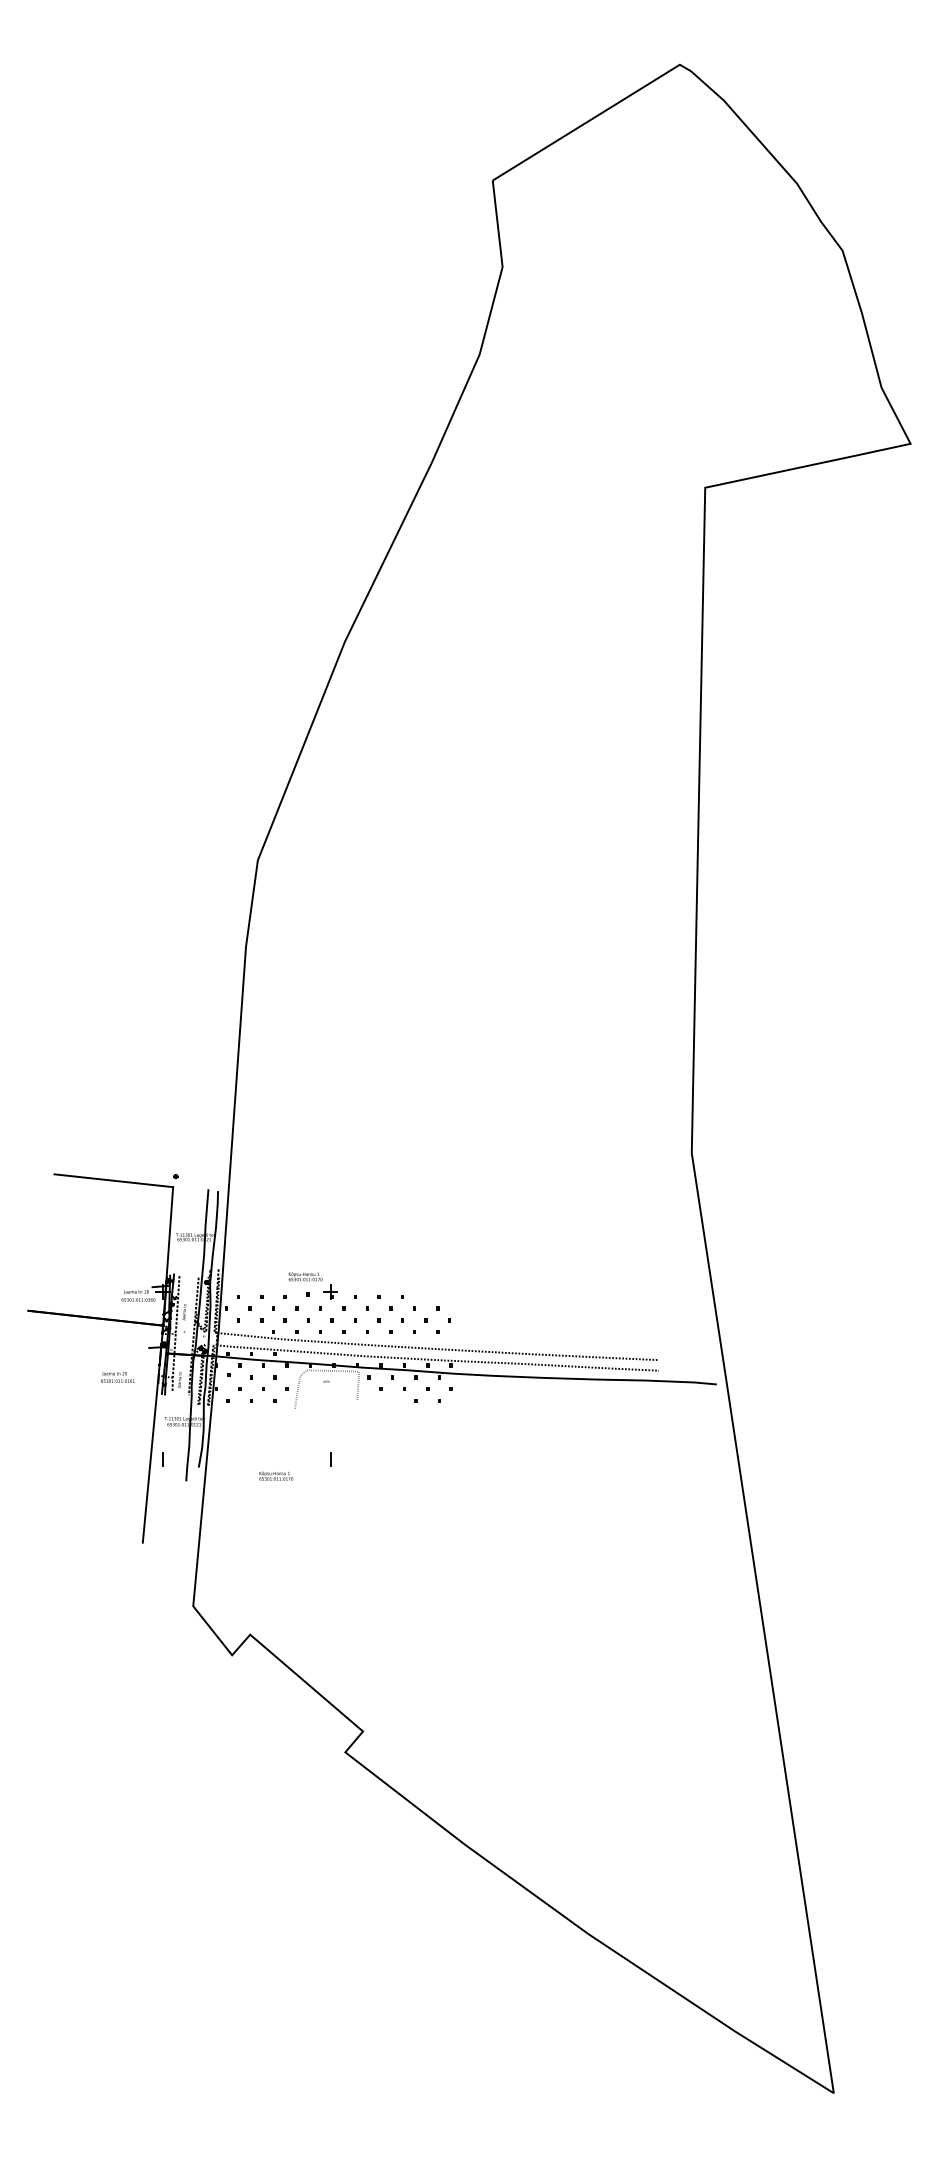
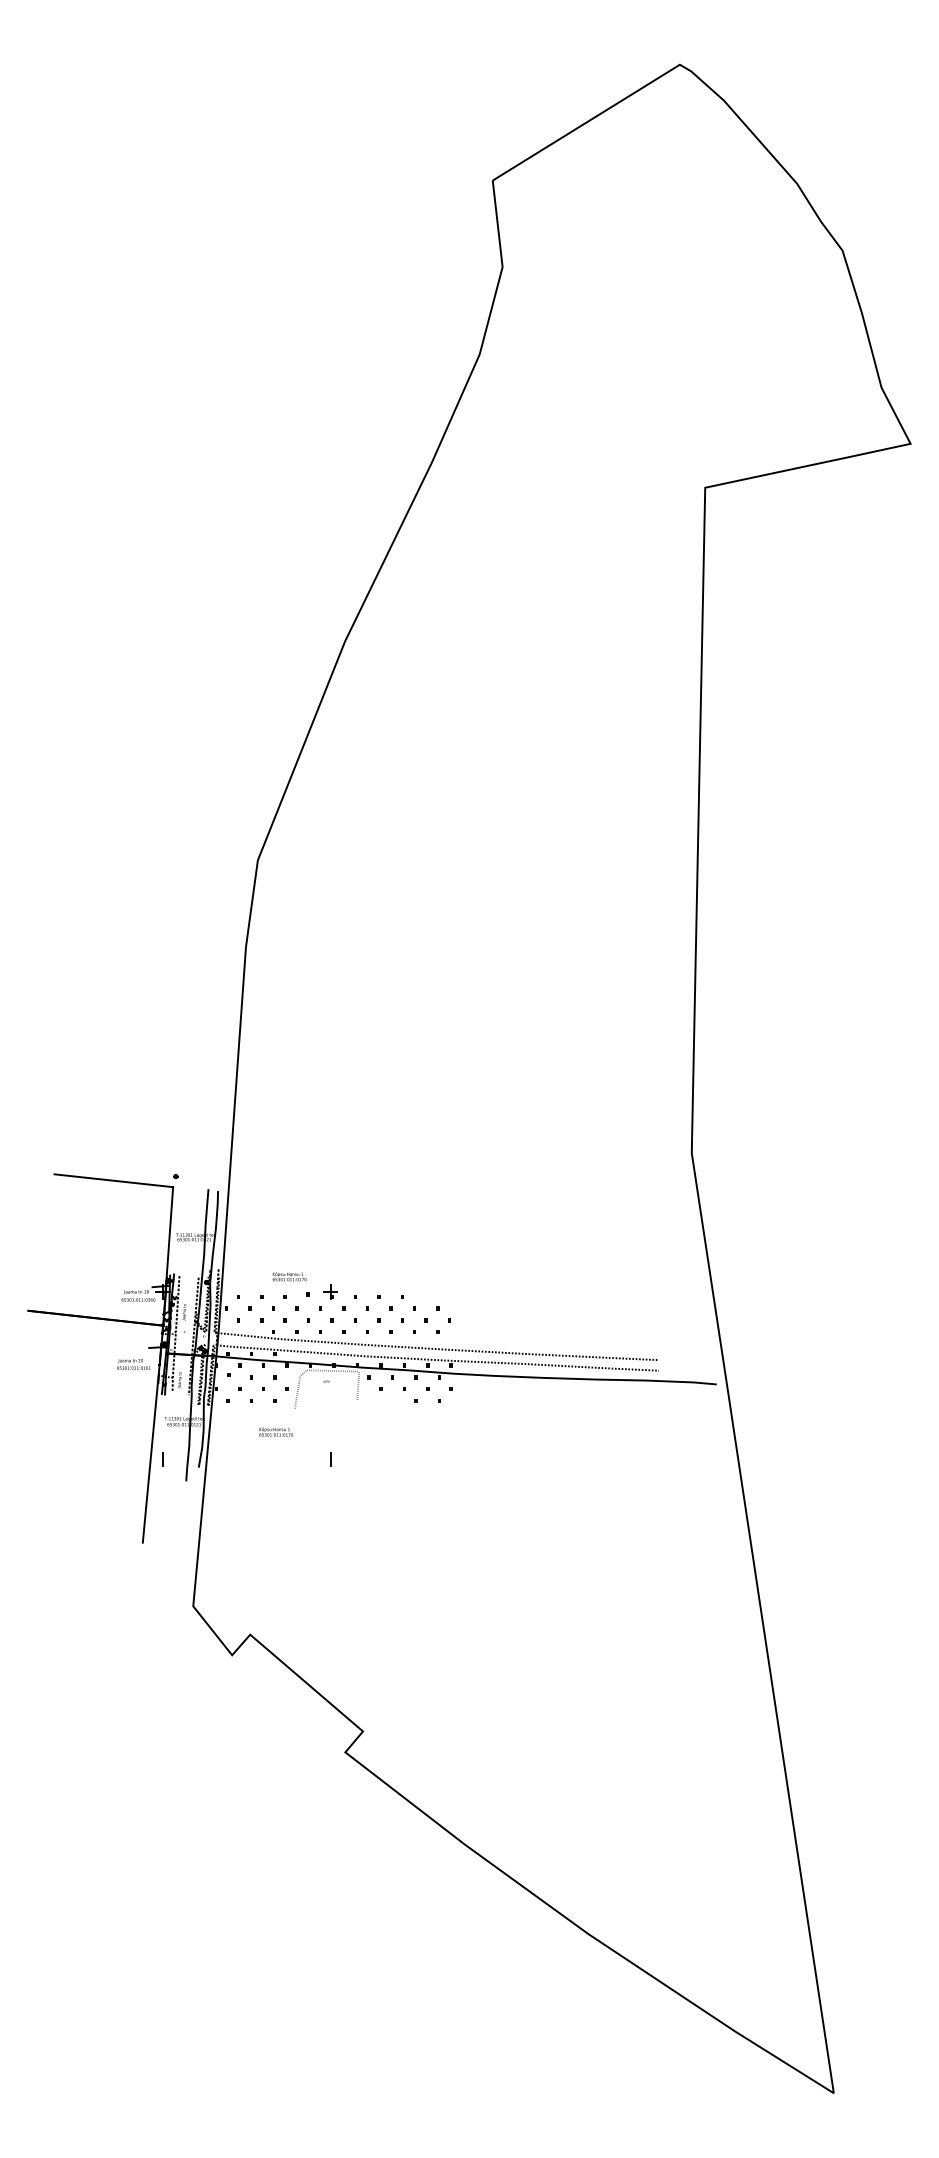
text at (305, 1276) position: (305, 1276) -> (289, 1276)
text at (117, 1377) position: (117, 1377) -> (133, 1364)
text at (276, 1475) position: (276, 1475) -> (276, 1431)
